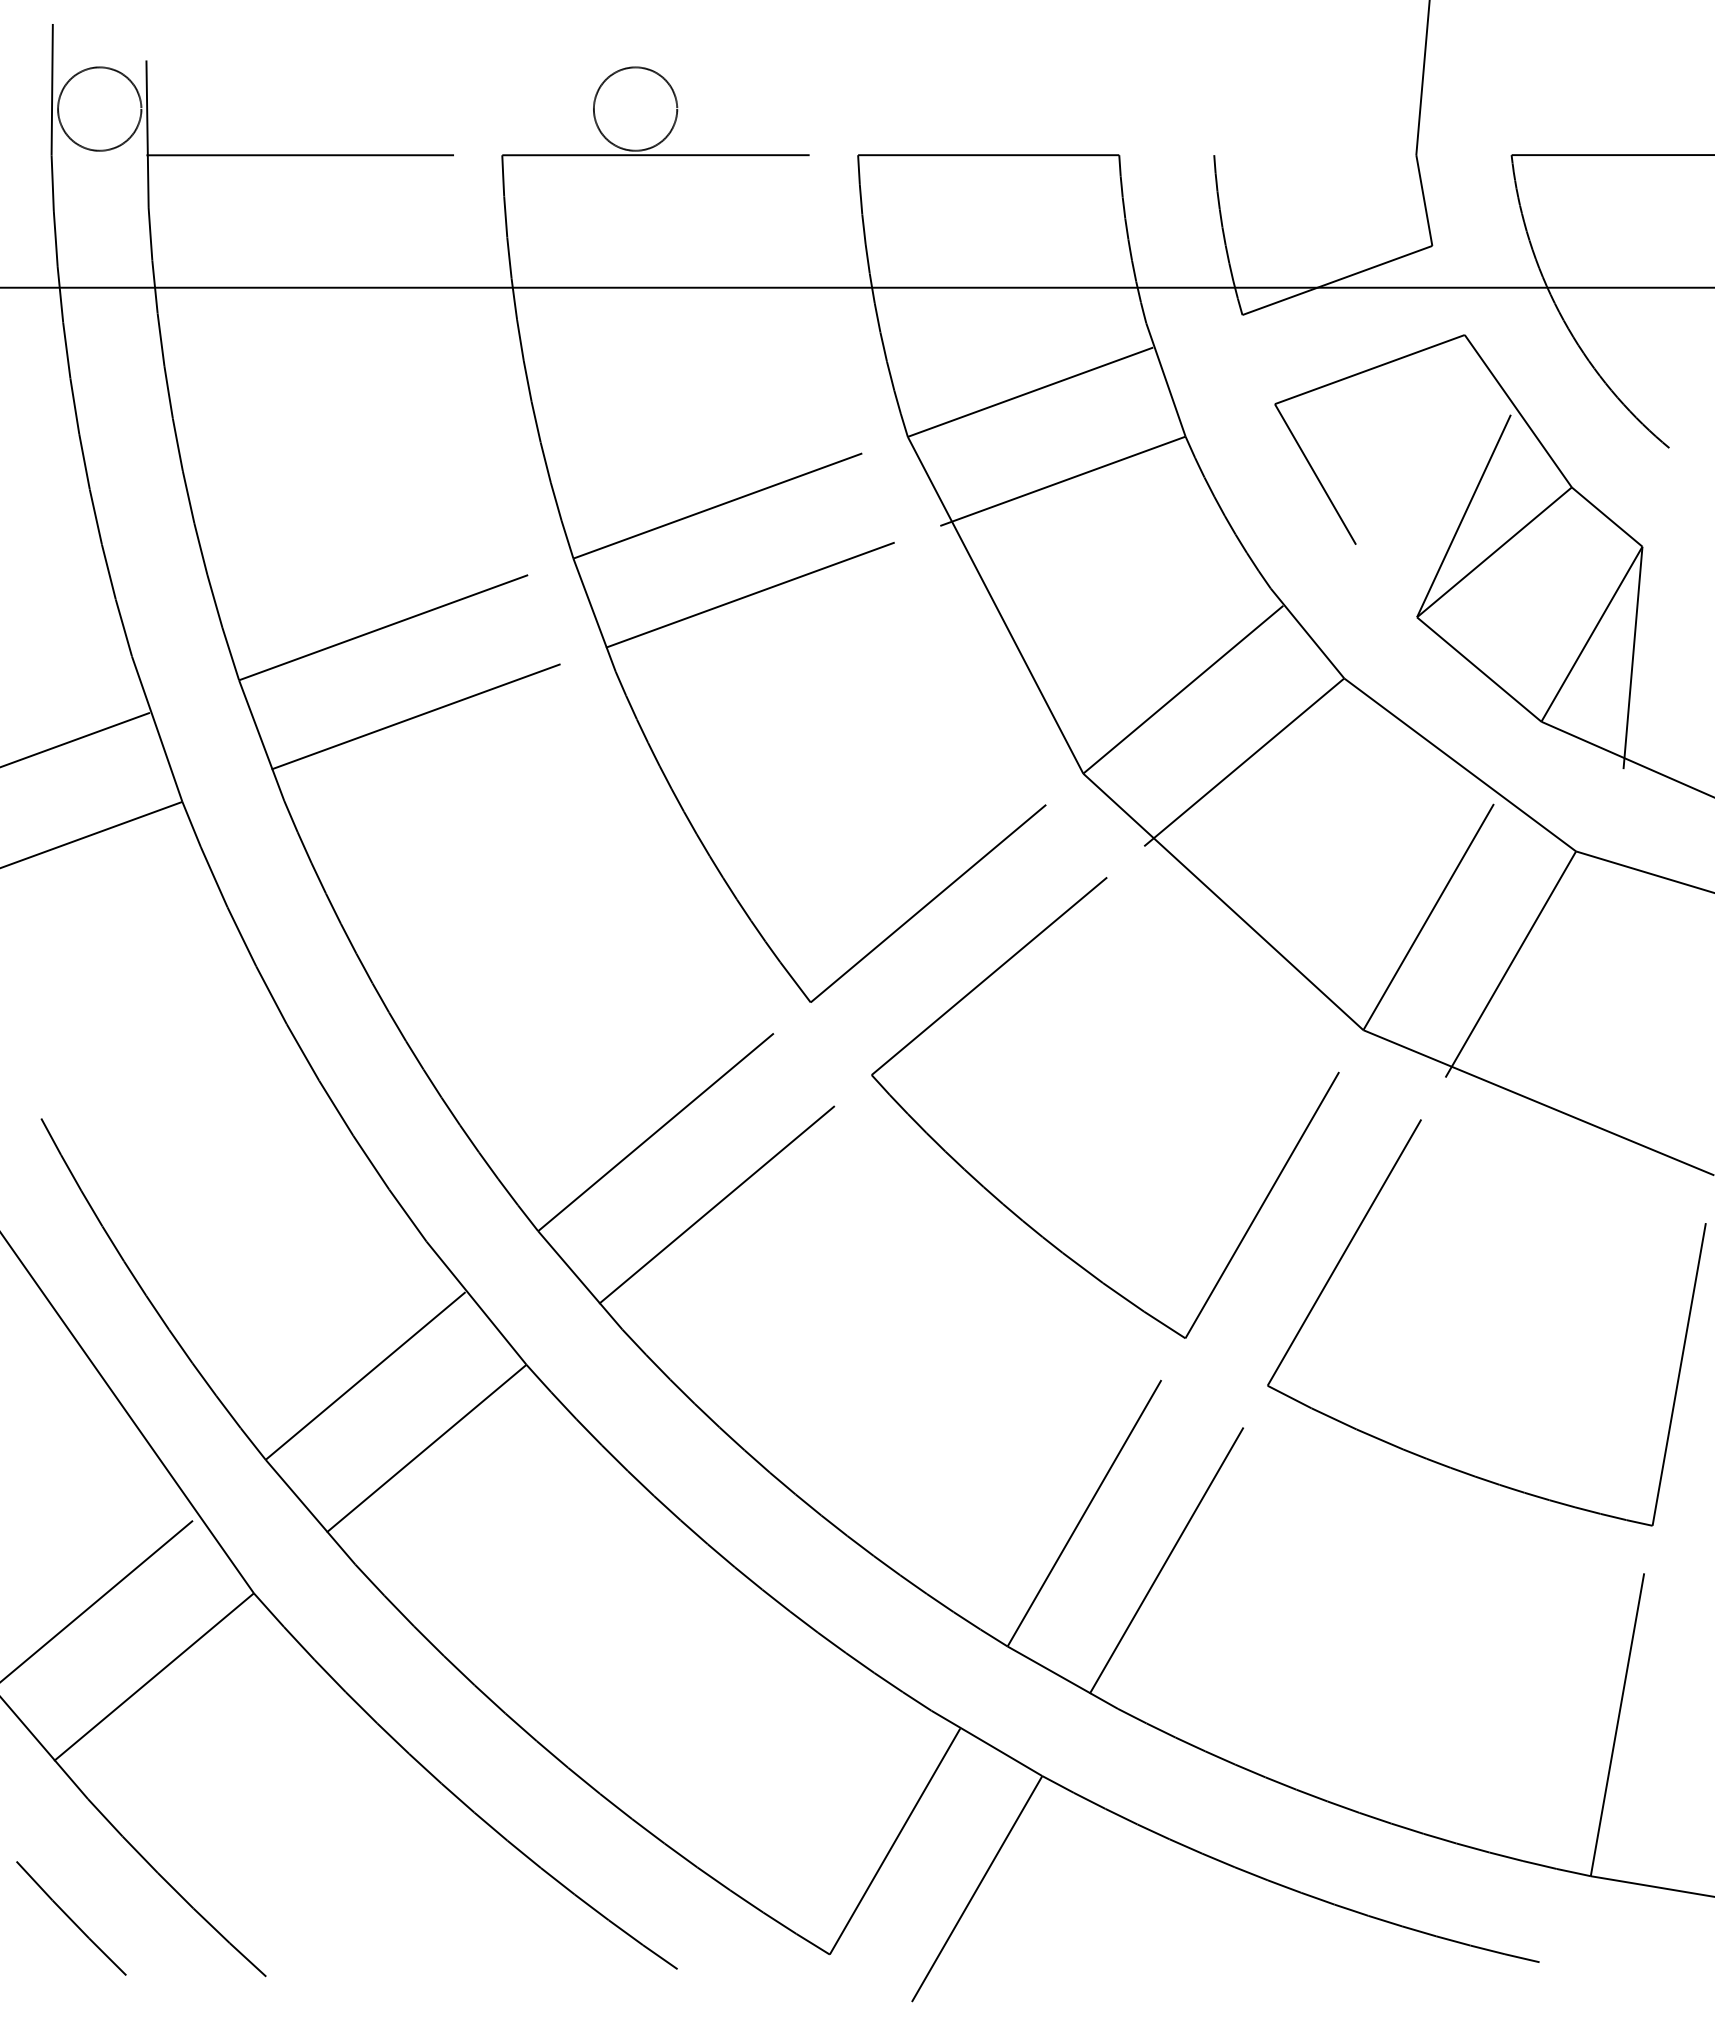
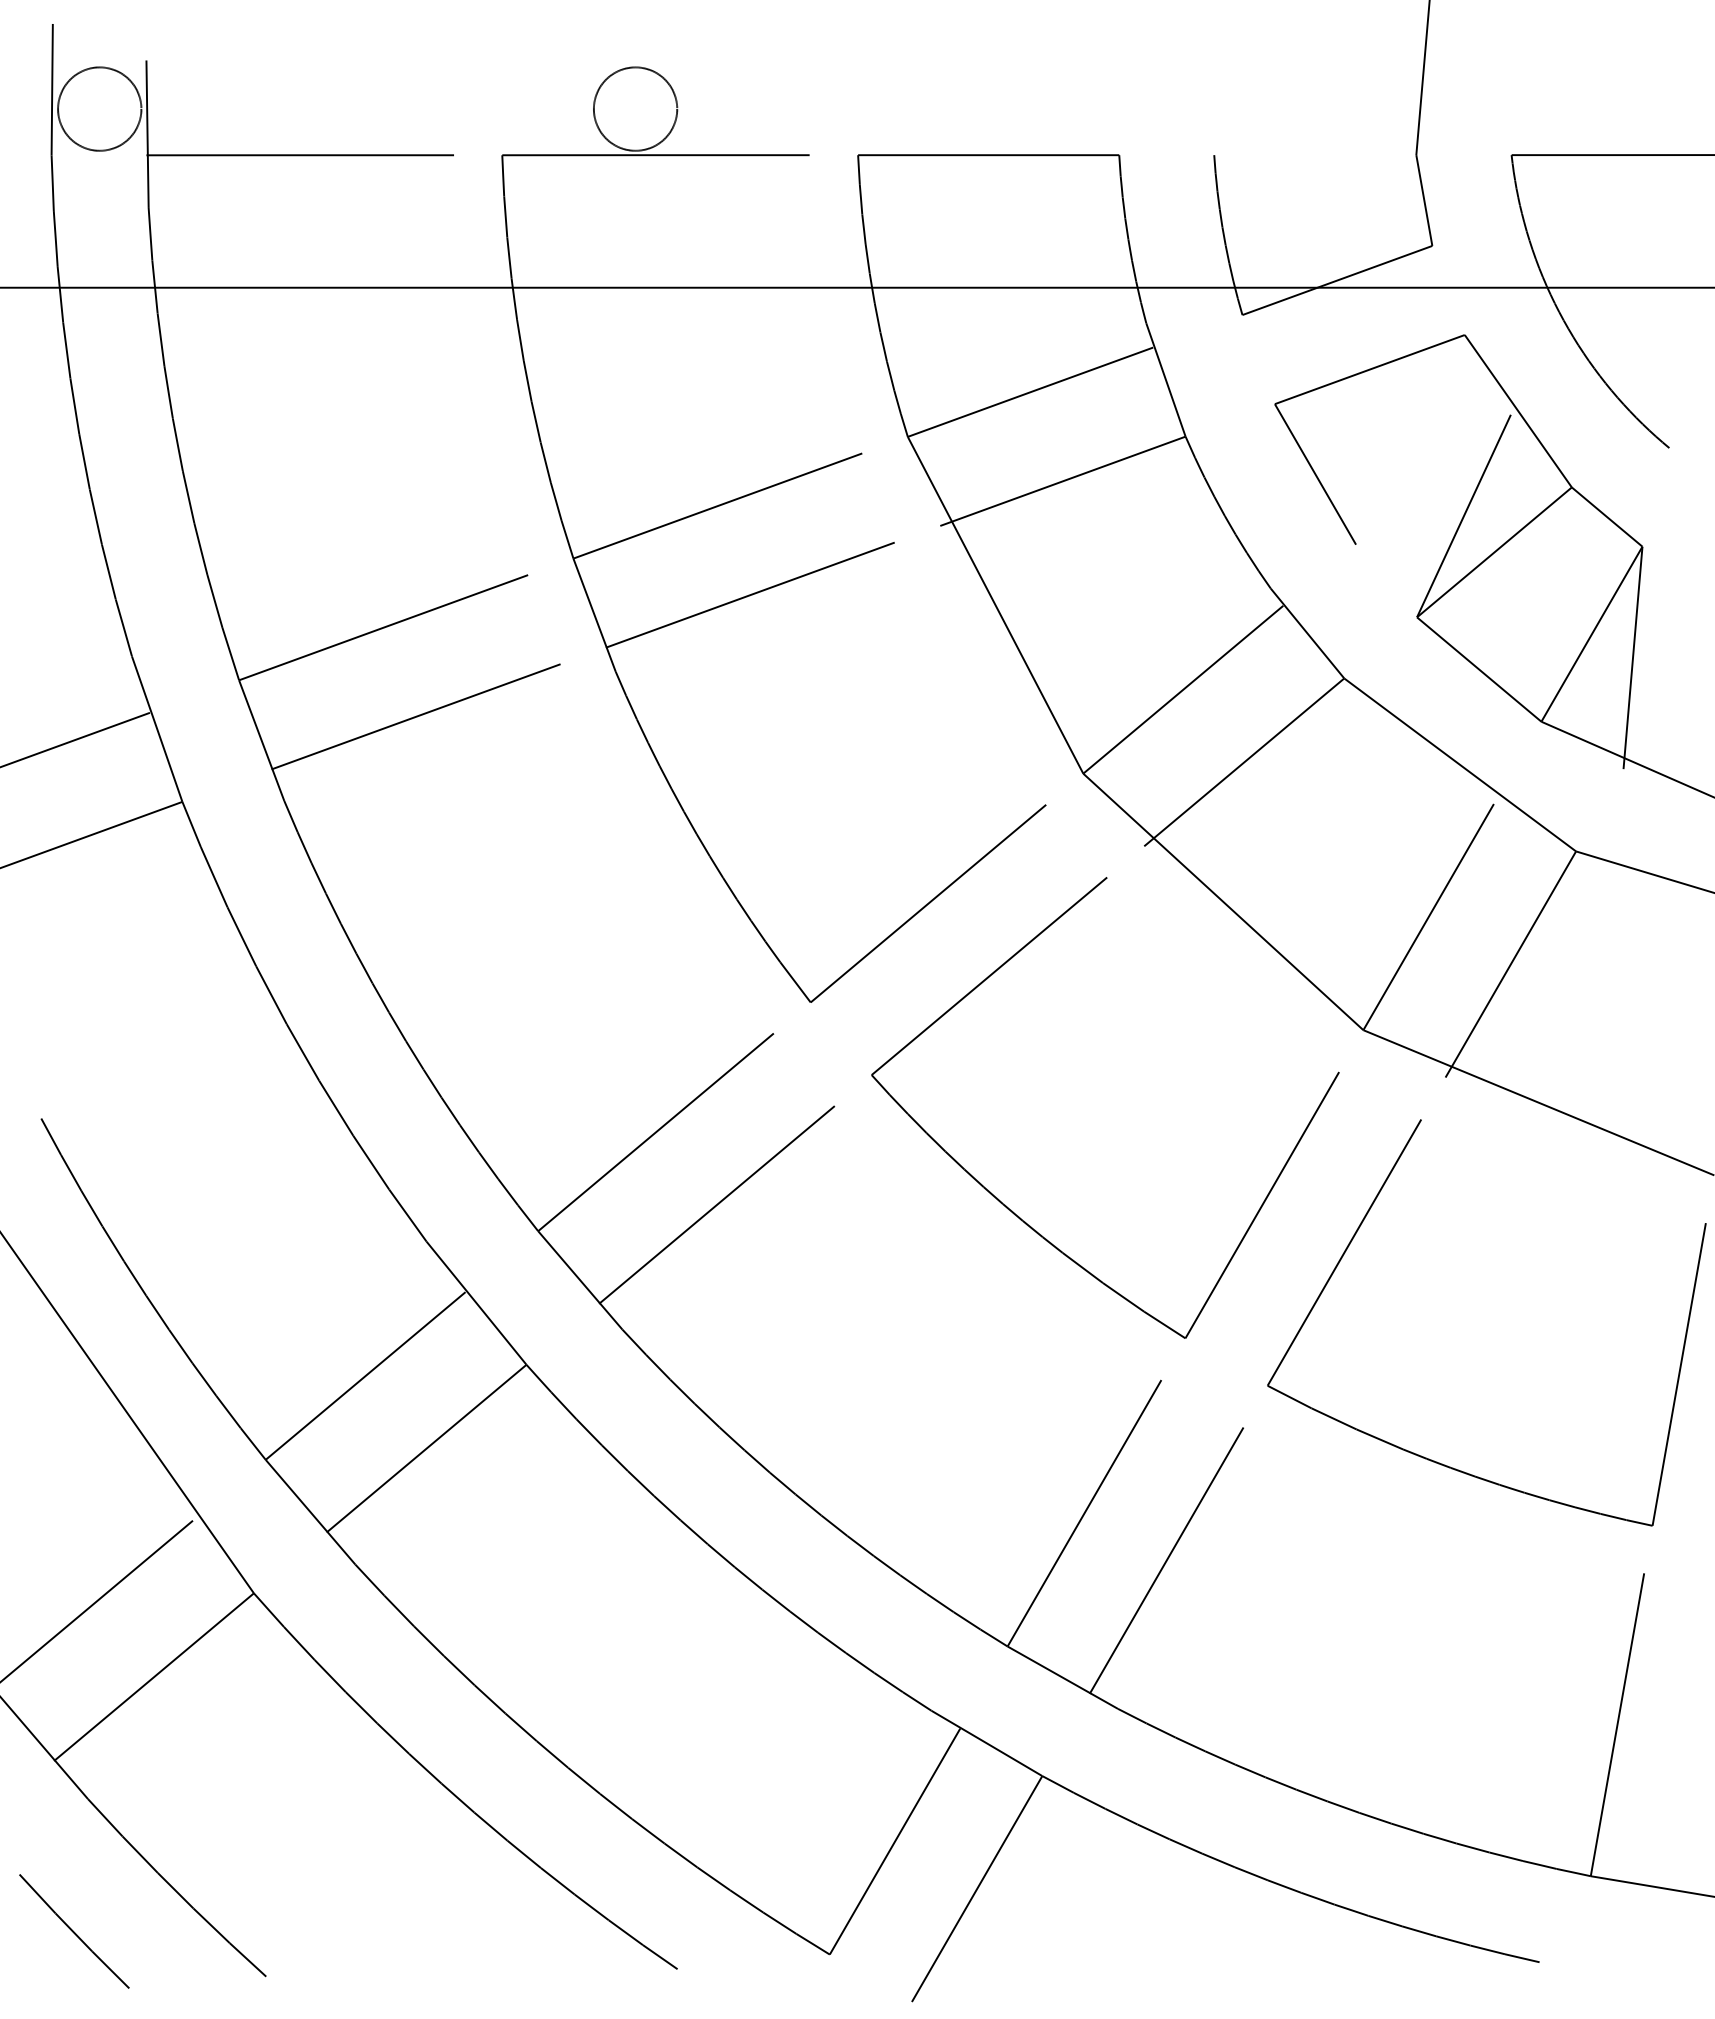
line at (71, 1918) position: (71, 1918) -> (74, 1931)
